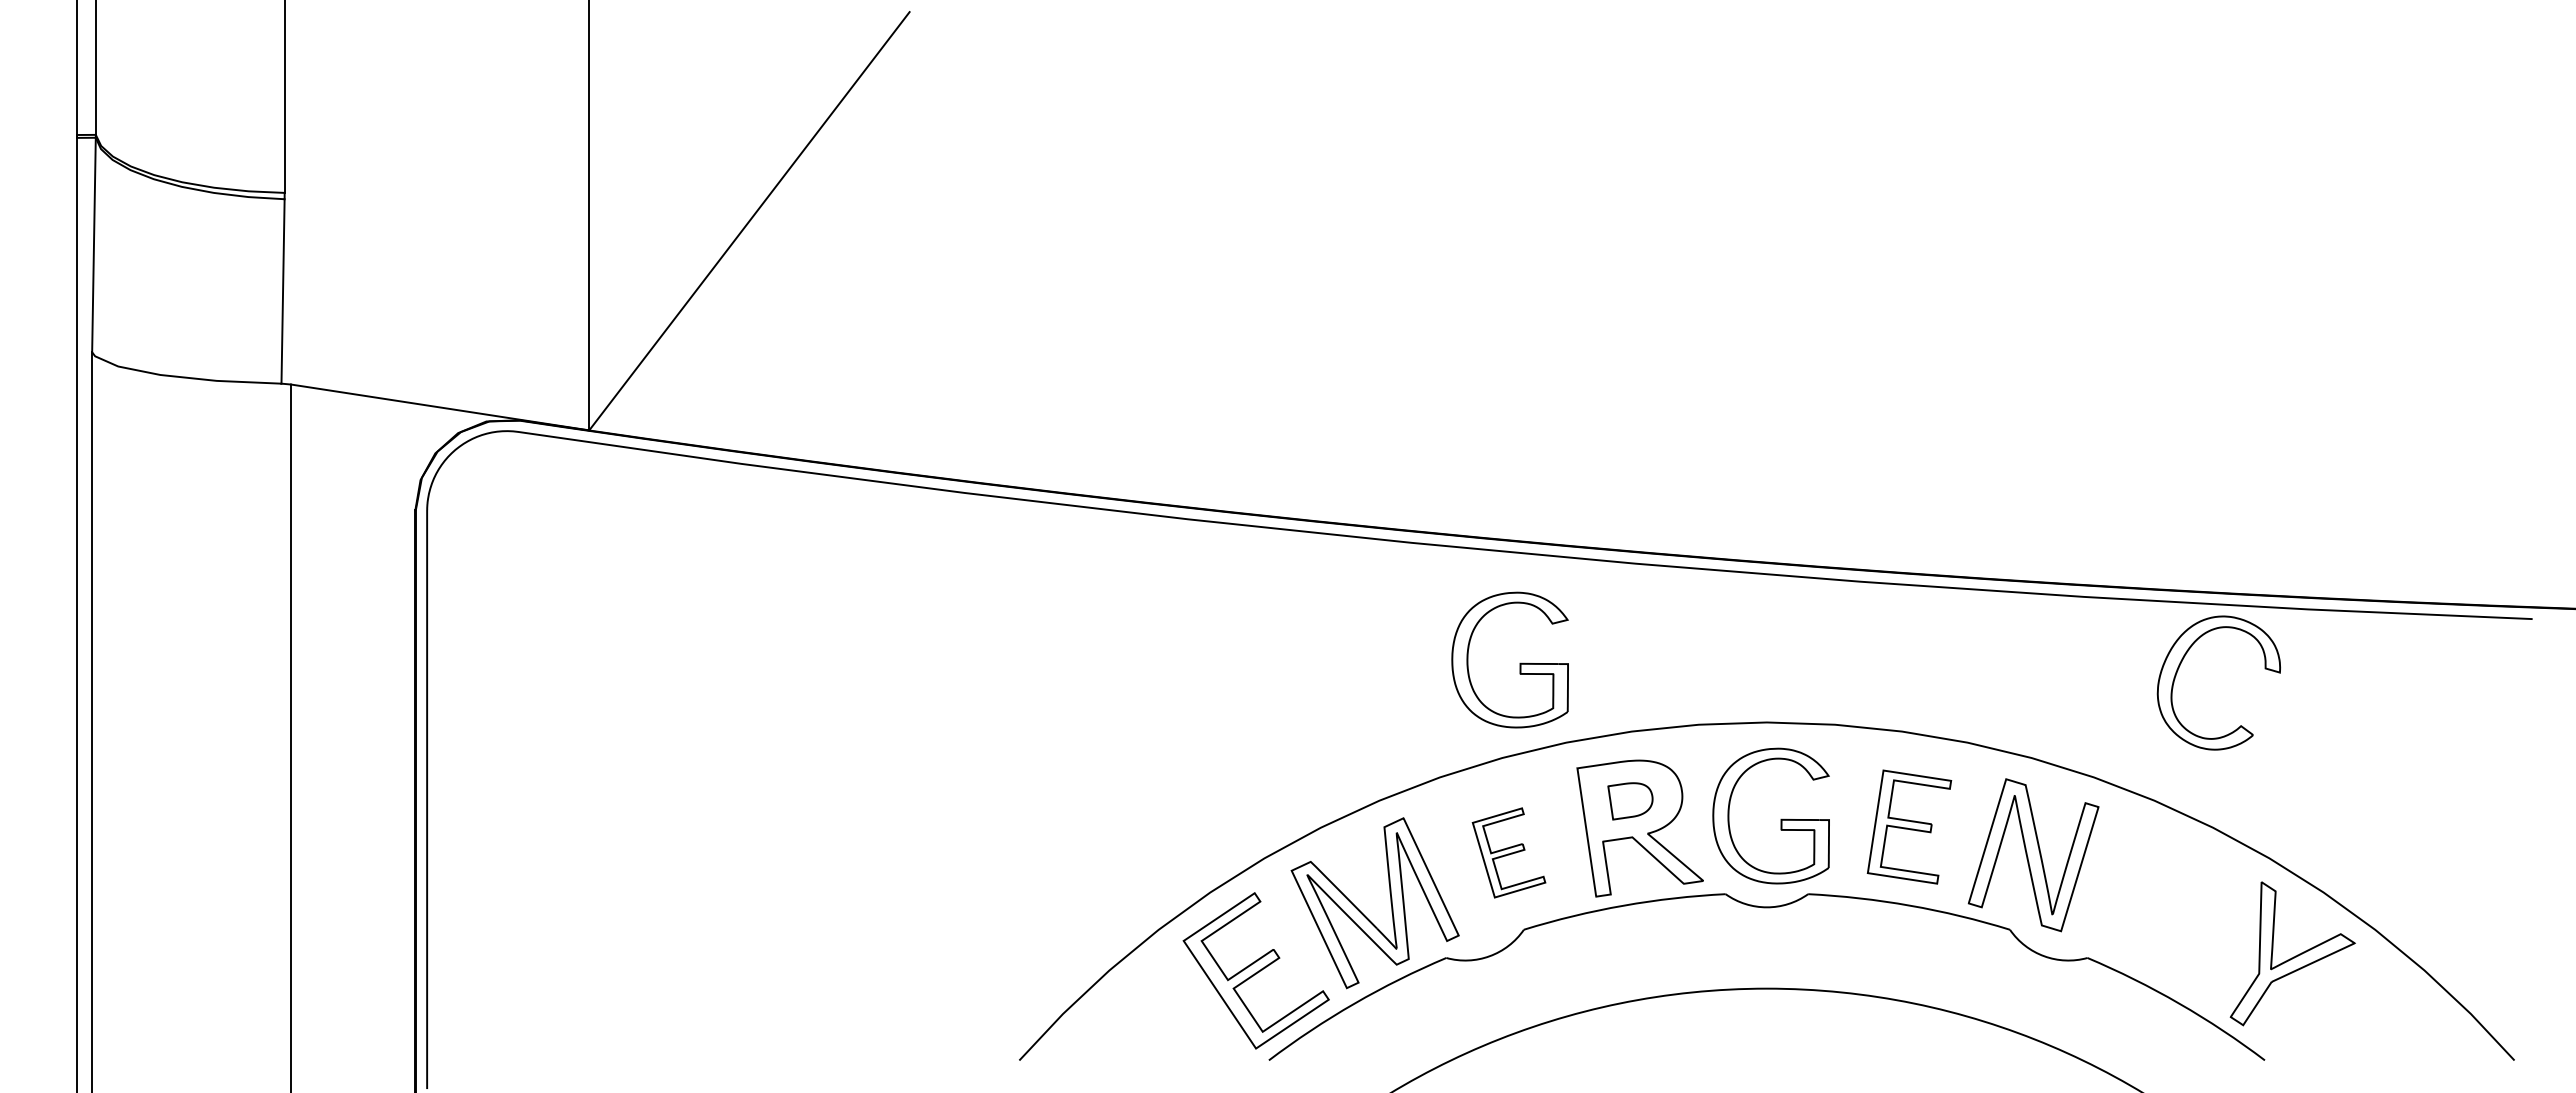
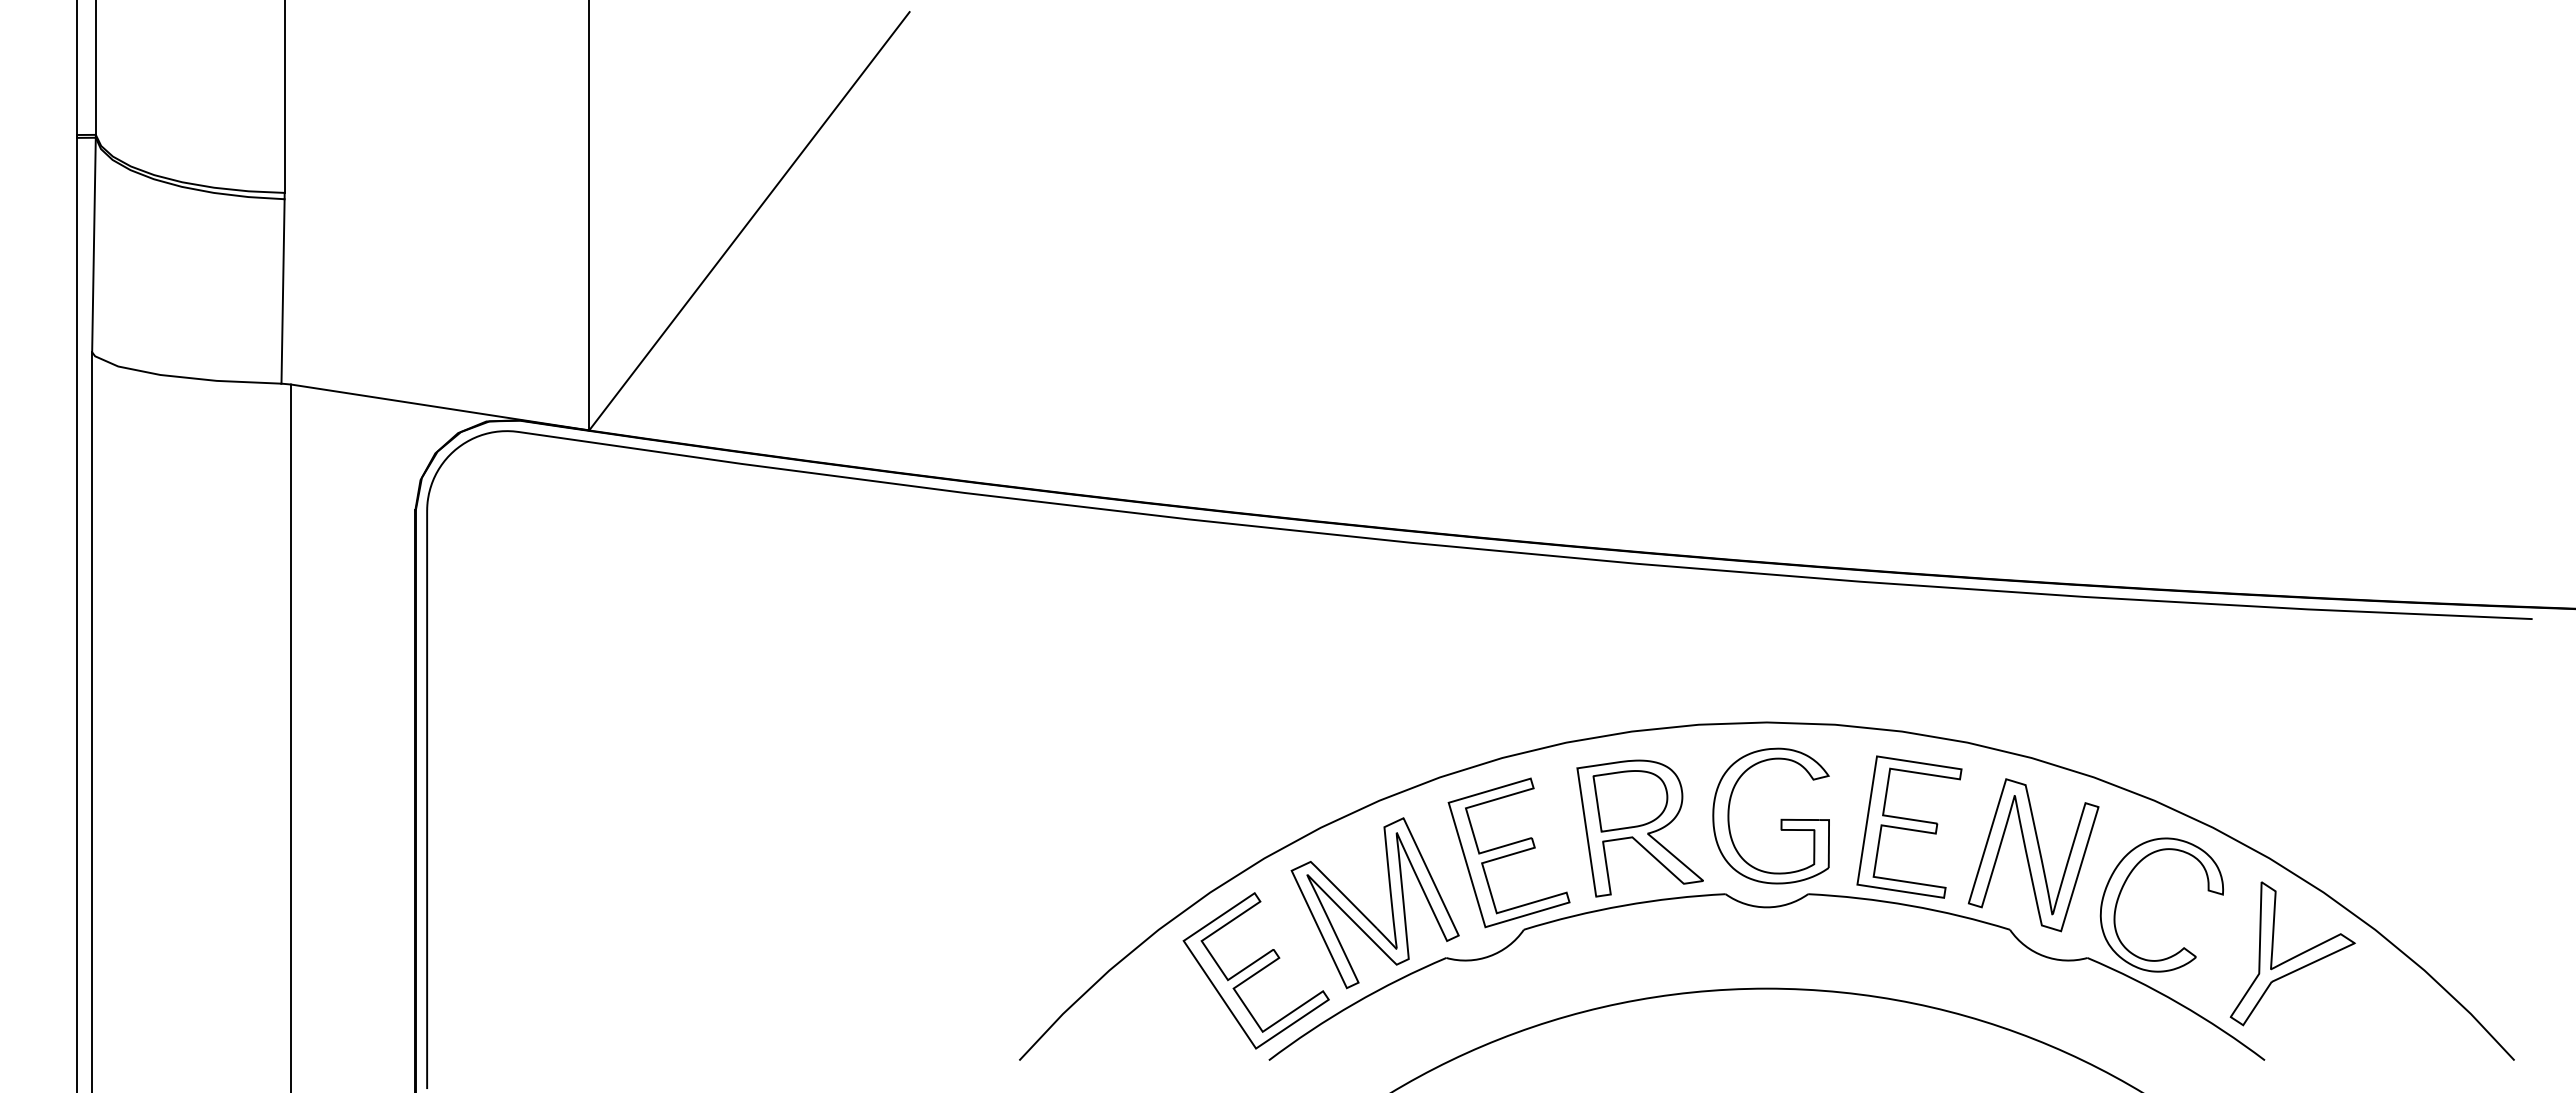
part at (1519, 663): present -> none
part at (2179, 668) position: (2179, 668) -> (2122, 890)
part at (1630, 801) size: 47x39 px -> 77x63 px
part at (1909, 826) size: 87x116 px -> 107x144 px
part at (1508, 852) size: 76x92 px -> 124x152 px
